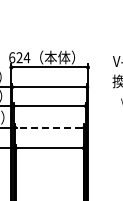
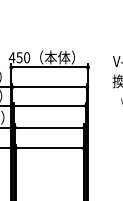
text at (19, 57): 624 -> 450
line at (49, 127): dashed -> solid
